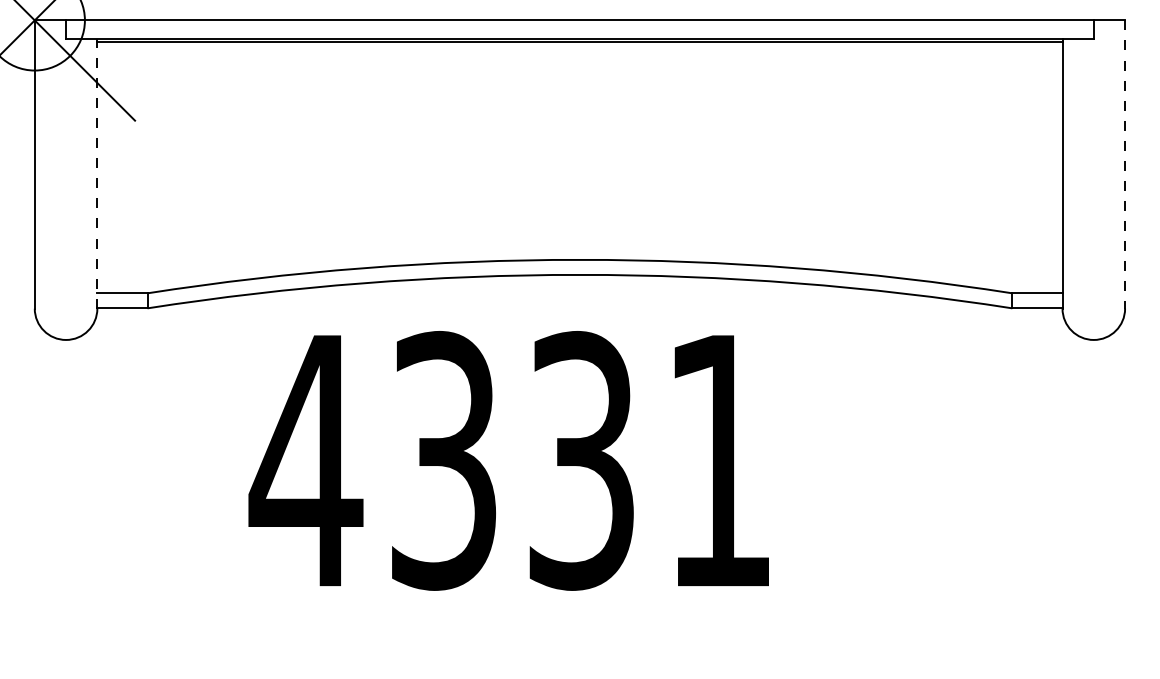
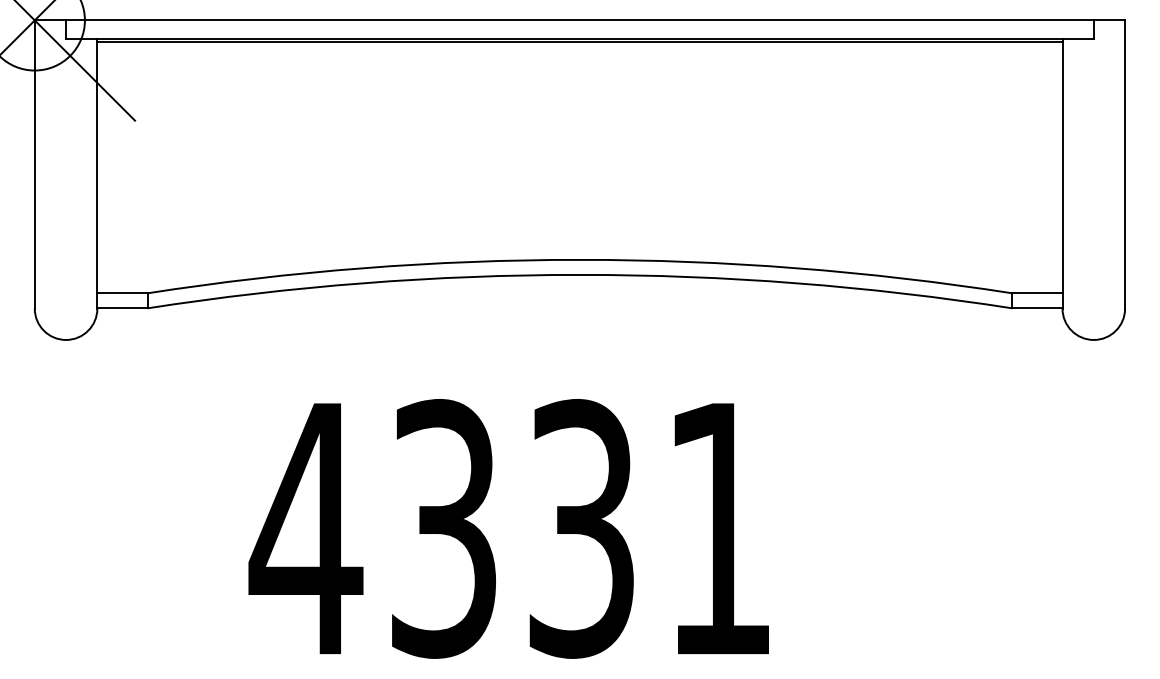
line at (1125, 165): dashed -> solid
line at (97, 173): dashed -> solid
text at (508, 460) position: (508, 460) -> (508, 528)
